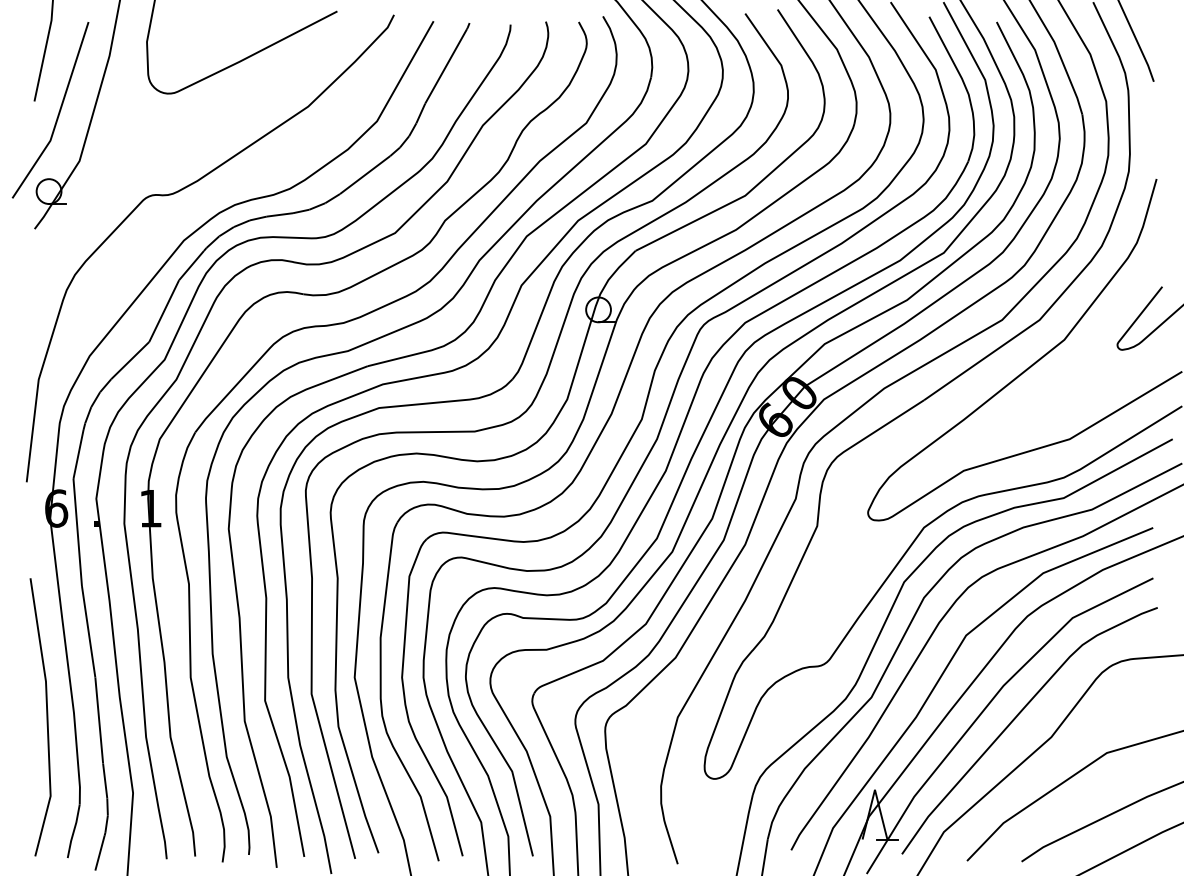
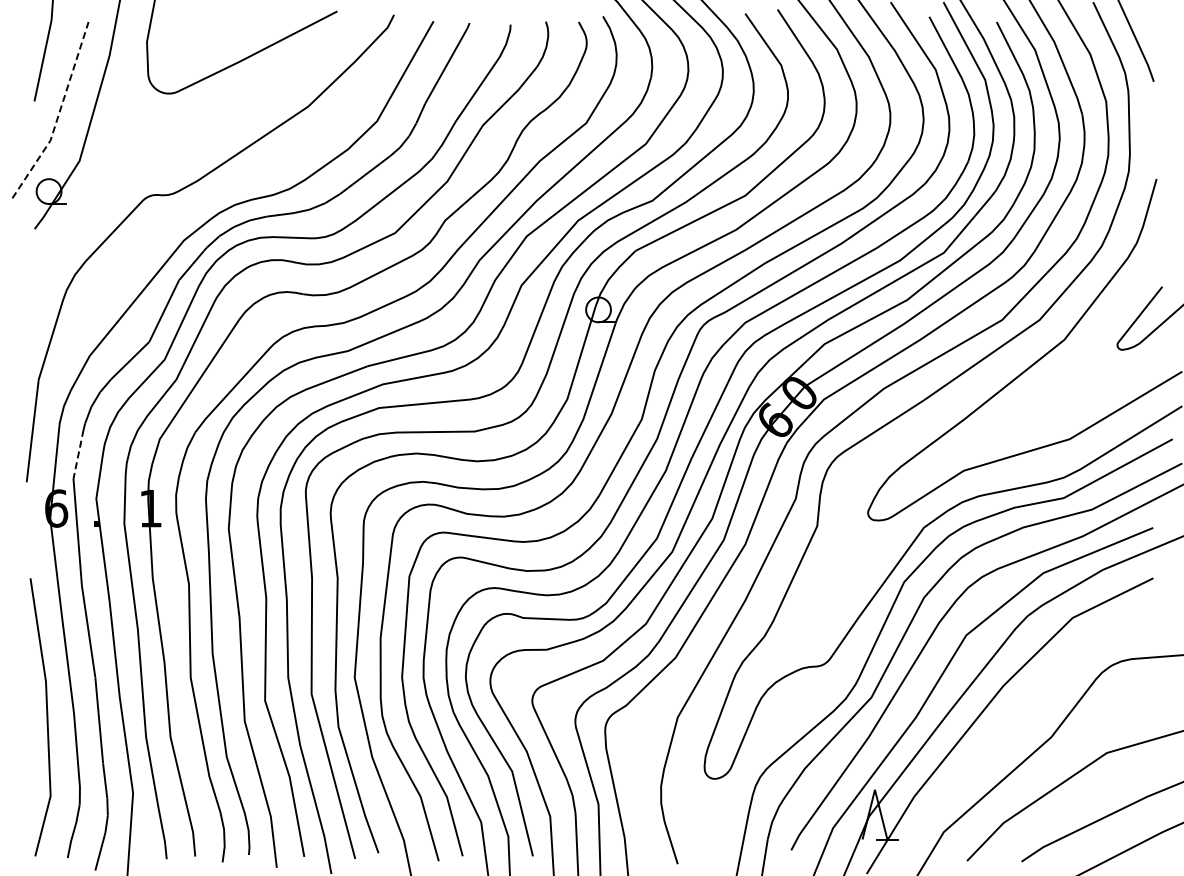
line at (58, 115): solid -> dashed
line at (78, 454): solid -> dashed
curve at (1016, 718): present -> none
